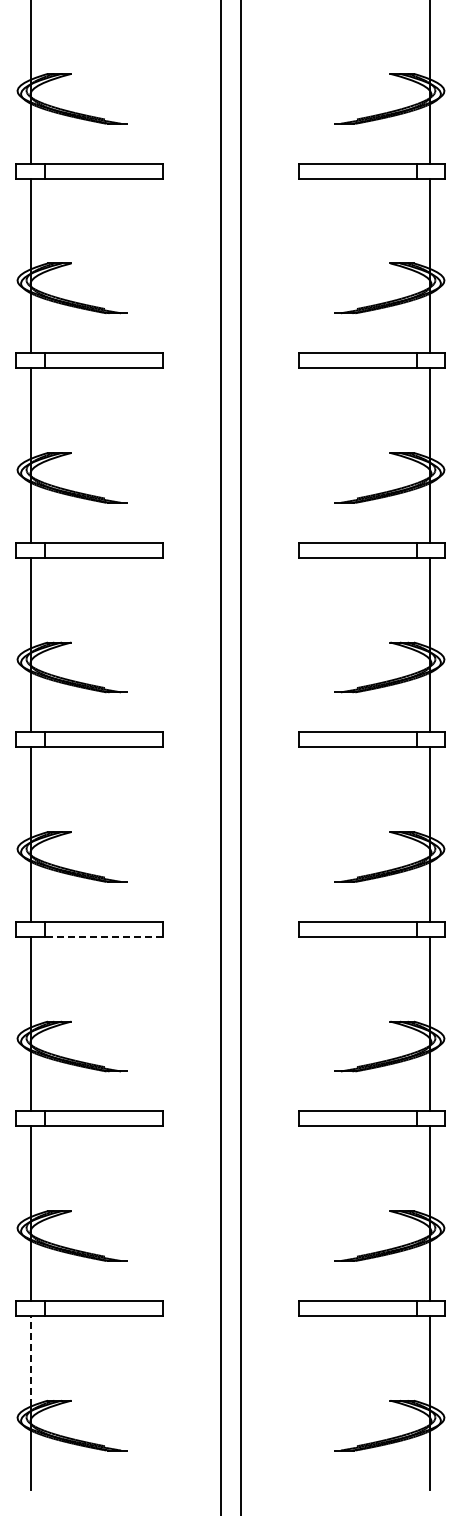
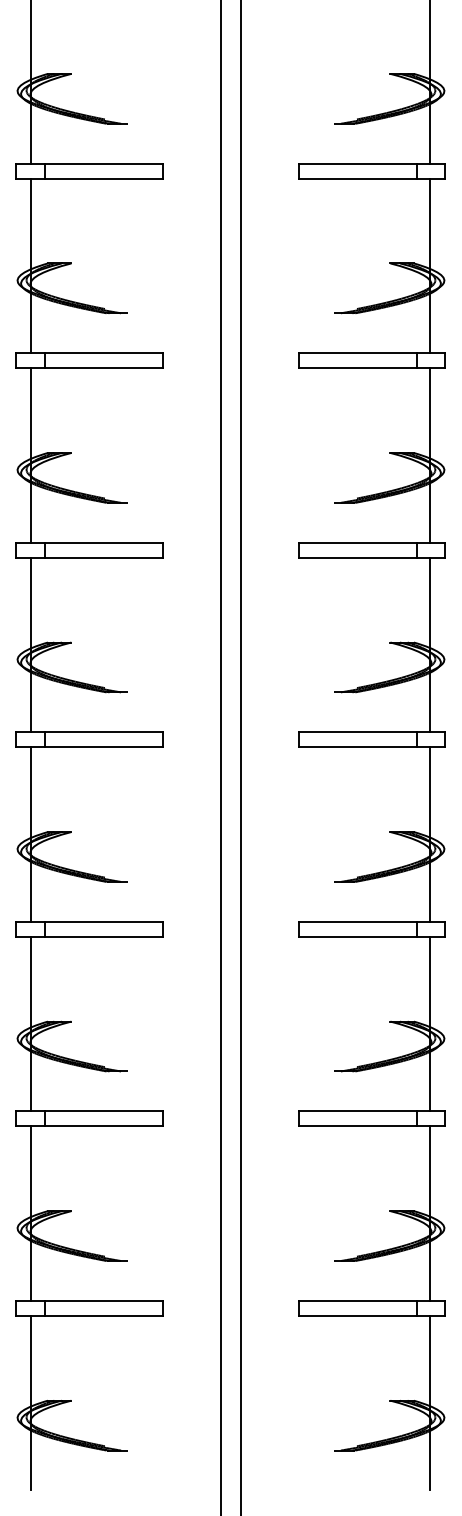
line at (103, 936): dashed -> solid
line at (31, 1360): dashed -> solid
